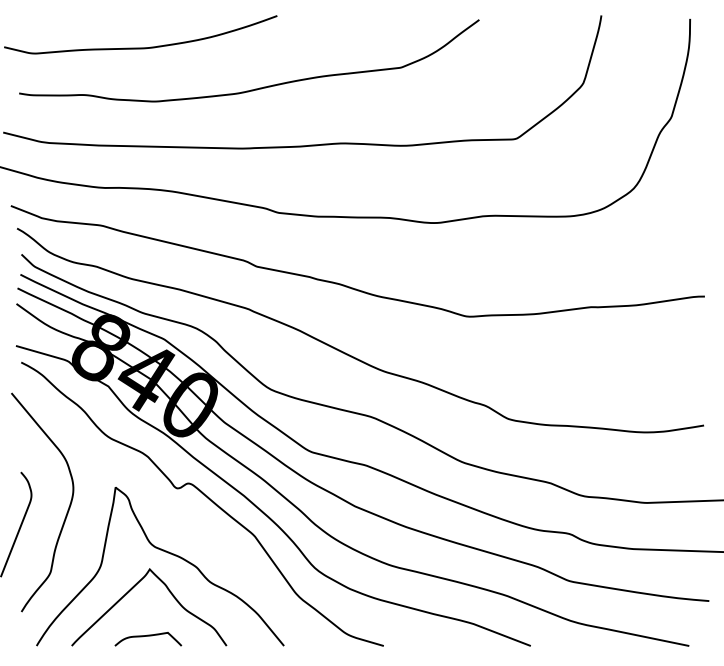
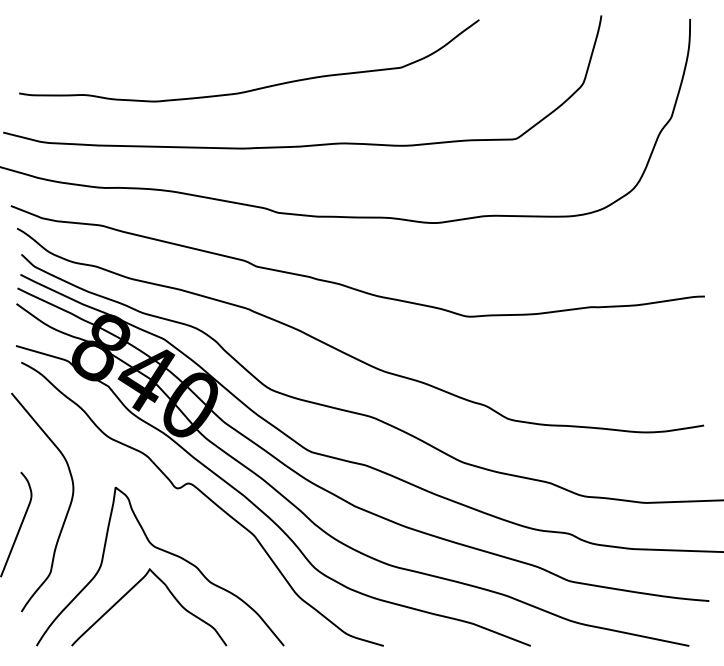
curve at (140, 47): present -> none
curve at (148, 636): present -> none
